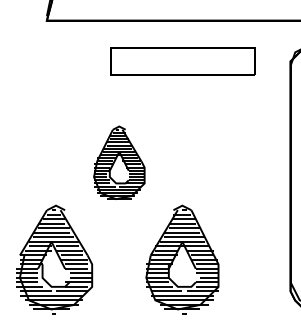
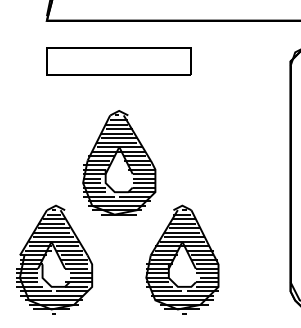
part at (182, 61) position: (182, 61) -> (118, 61)
part at (119, 162) size: 53x75 px -> 75x106 px
